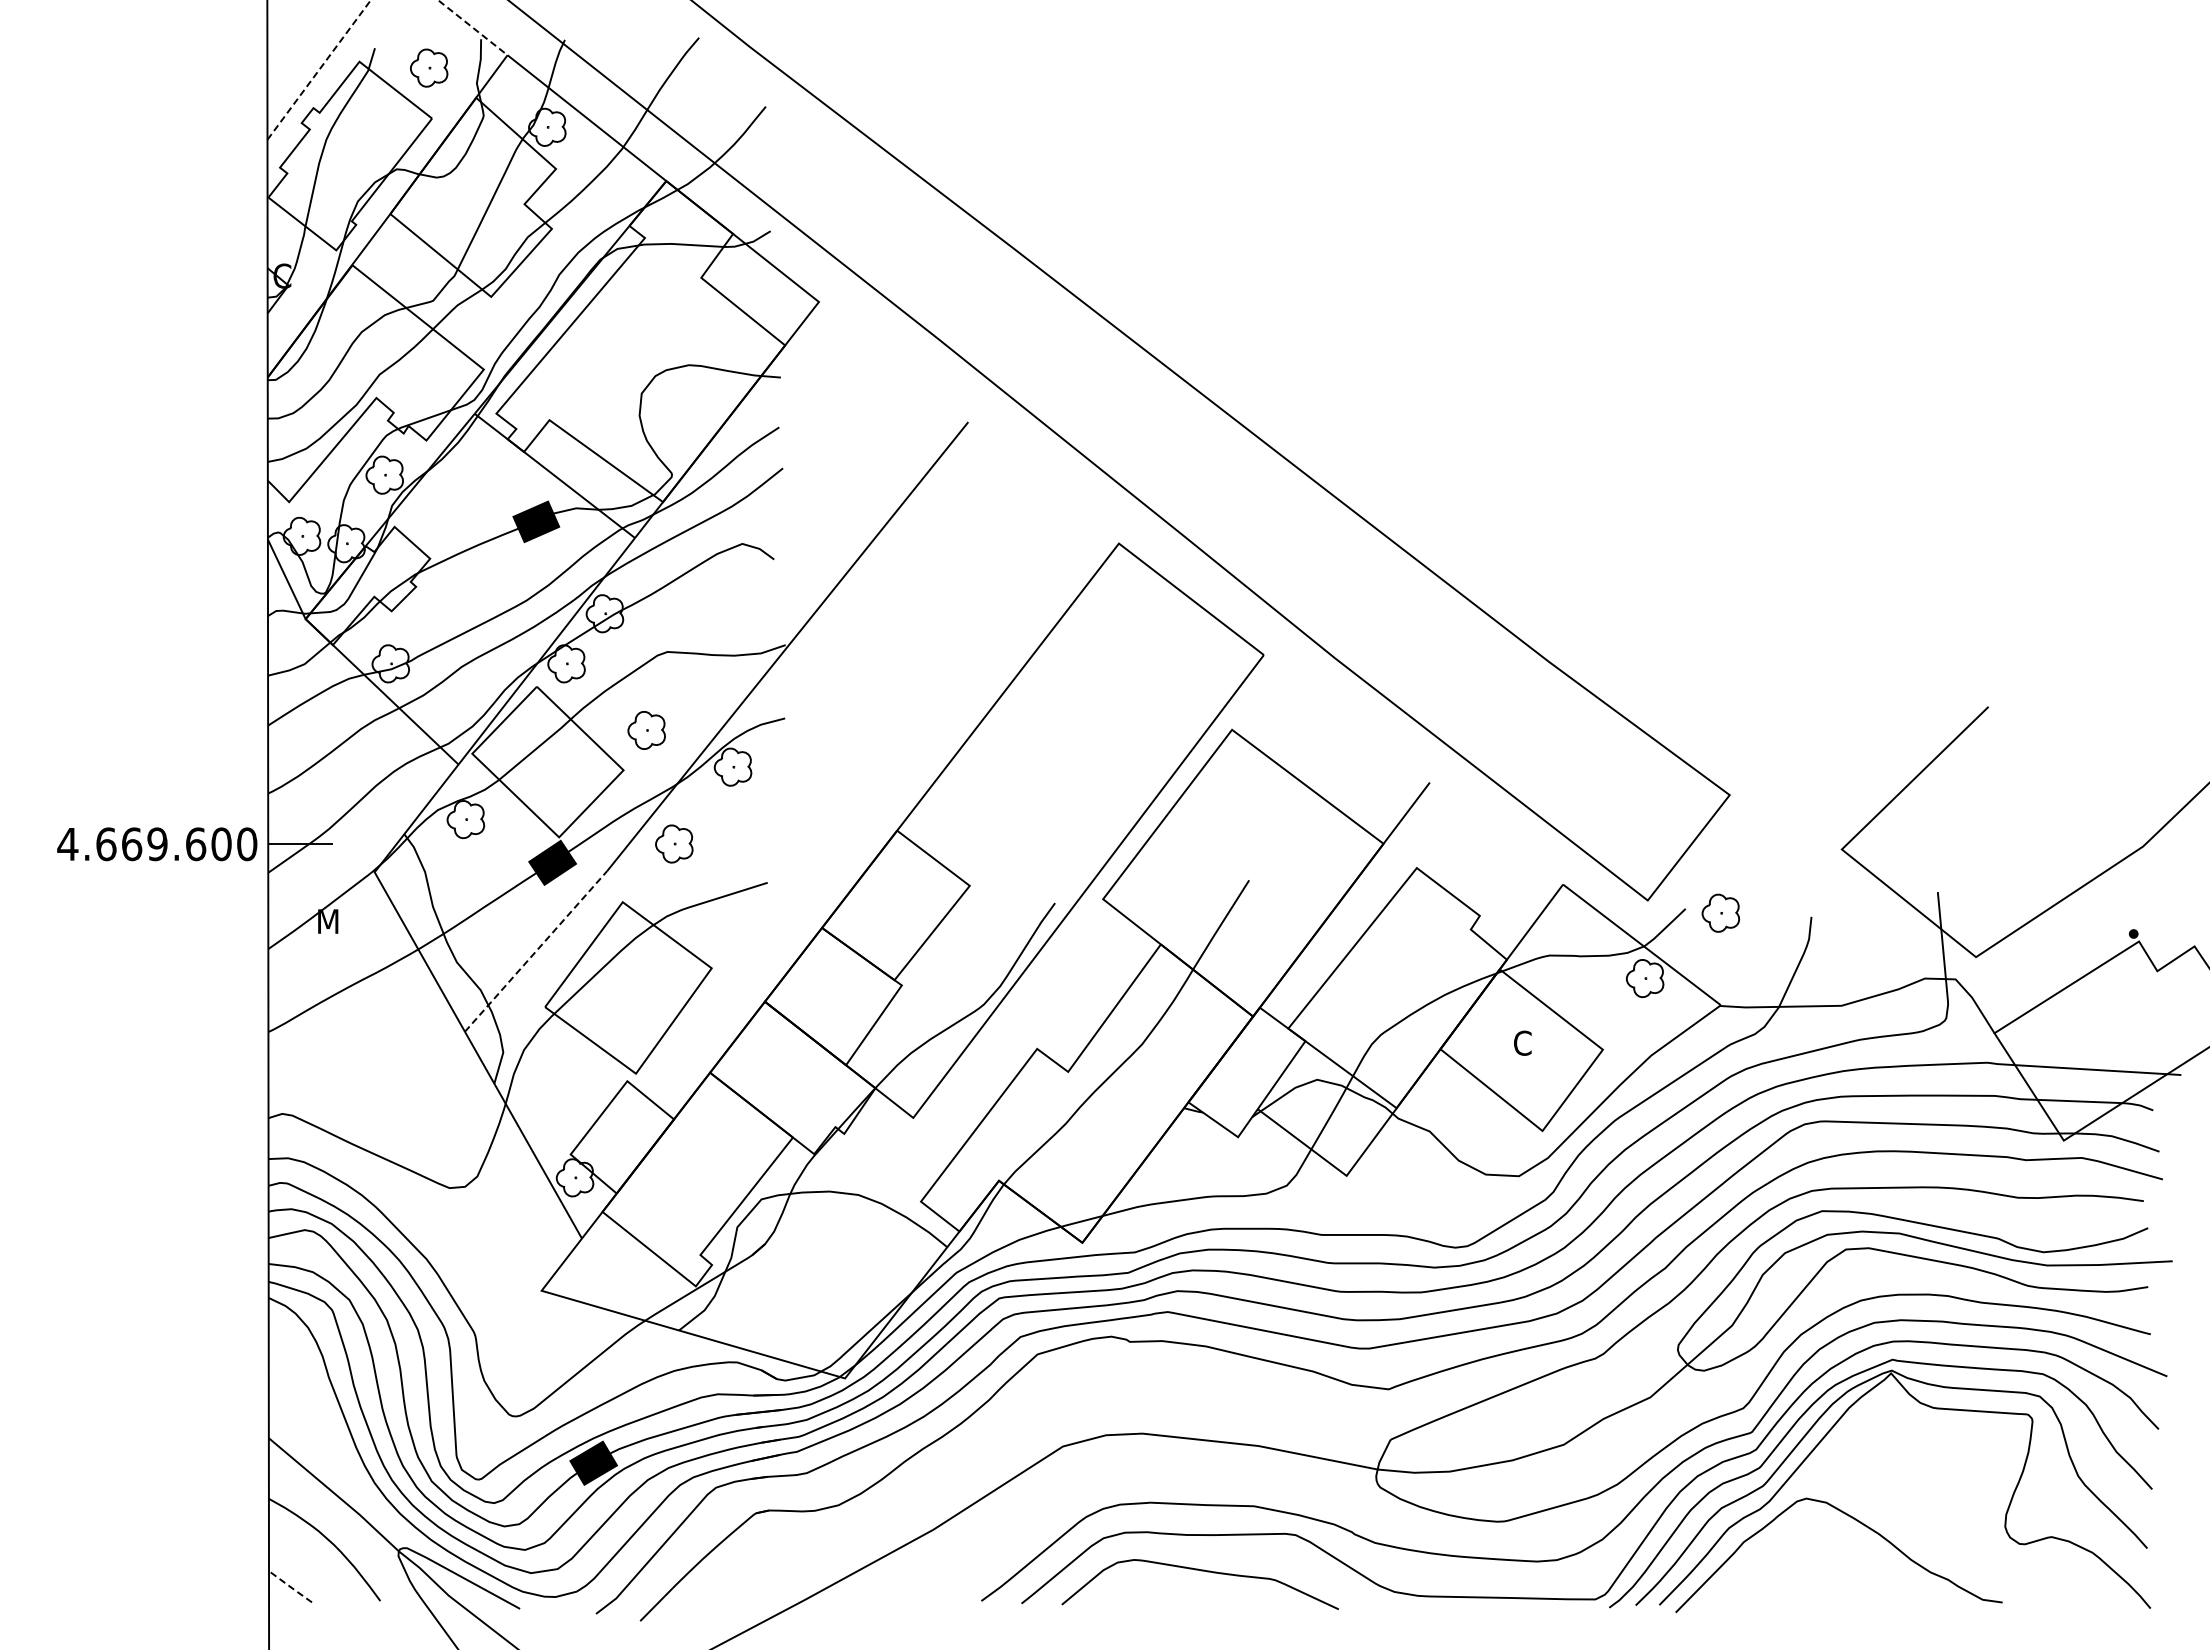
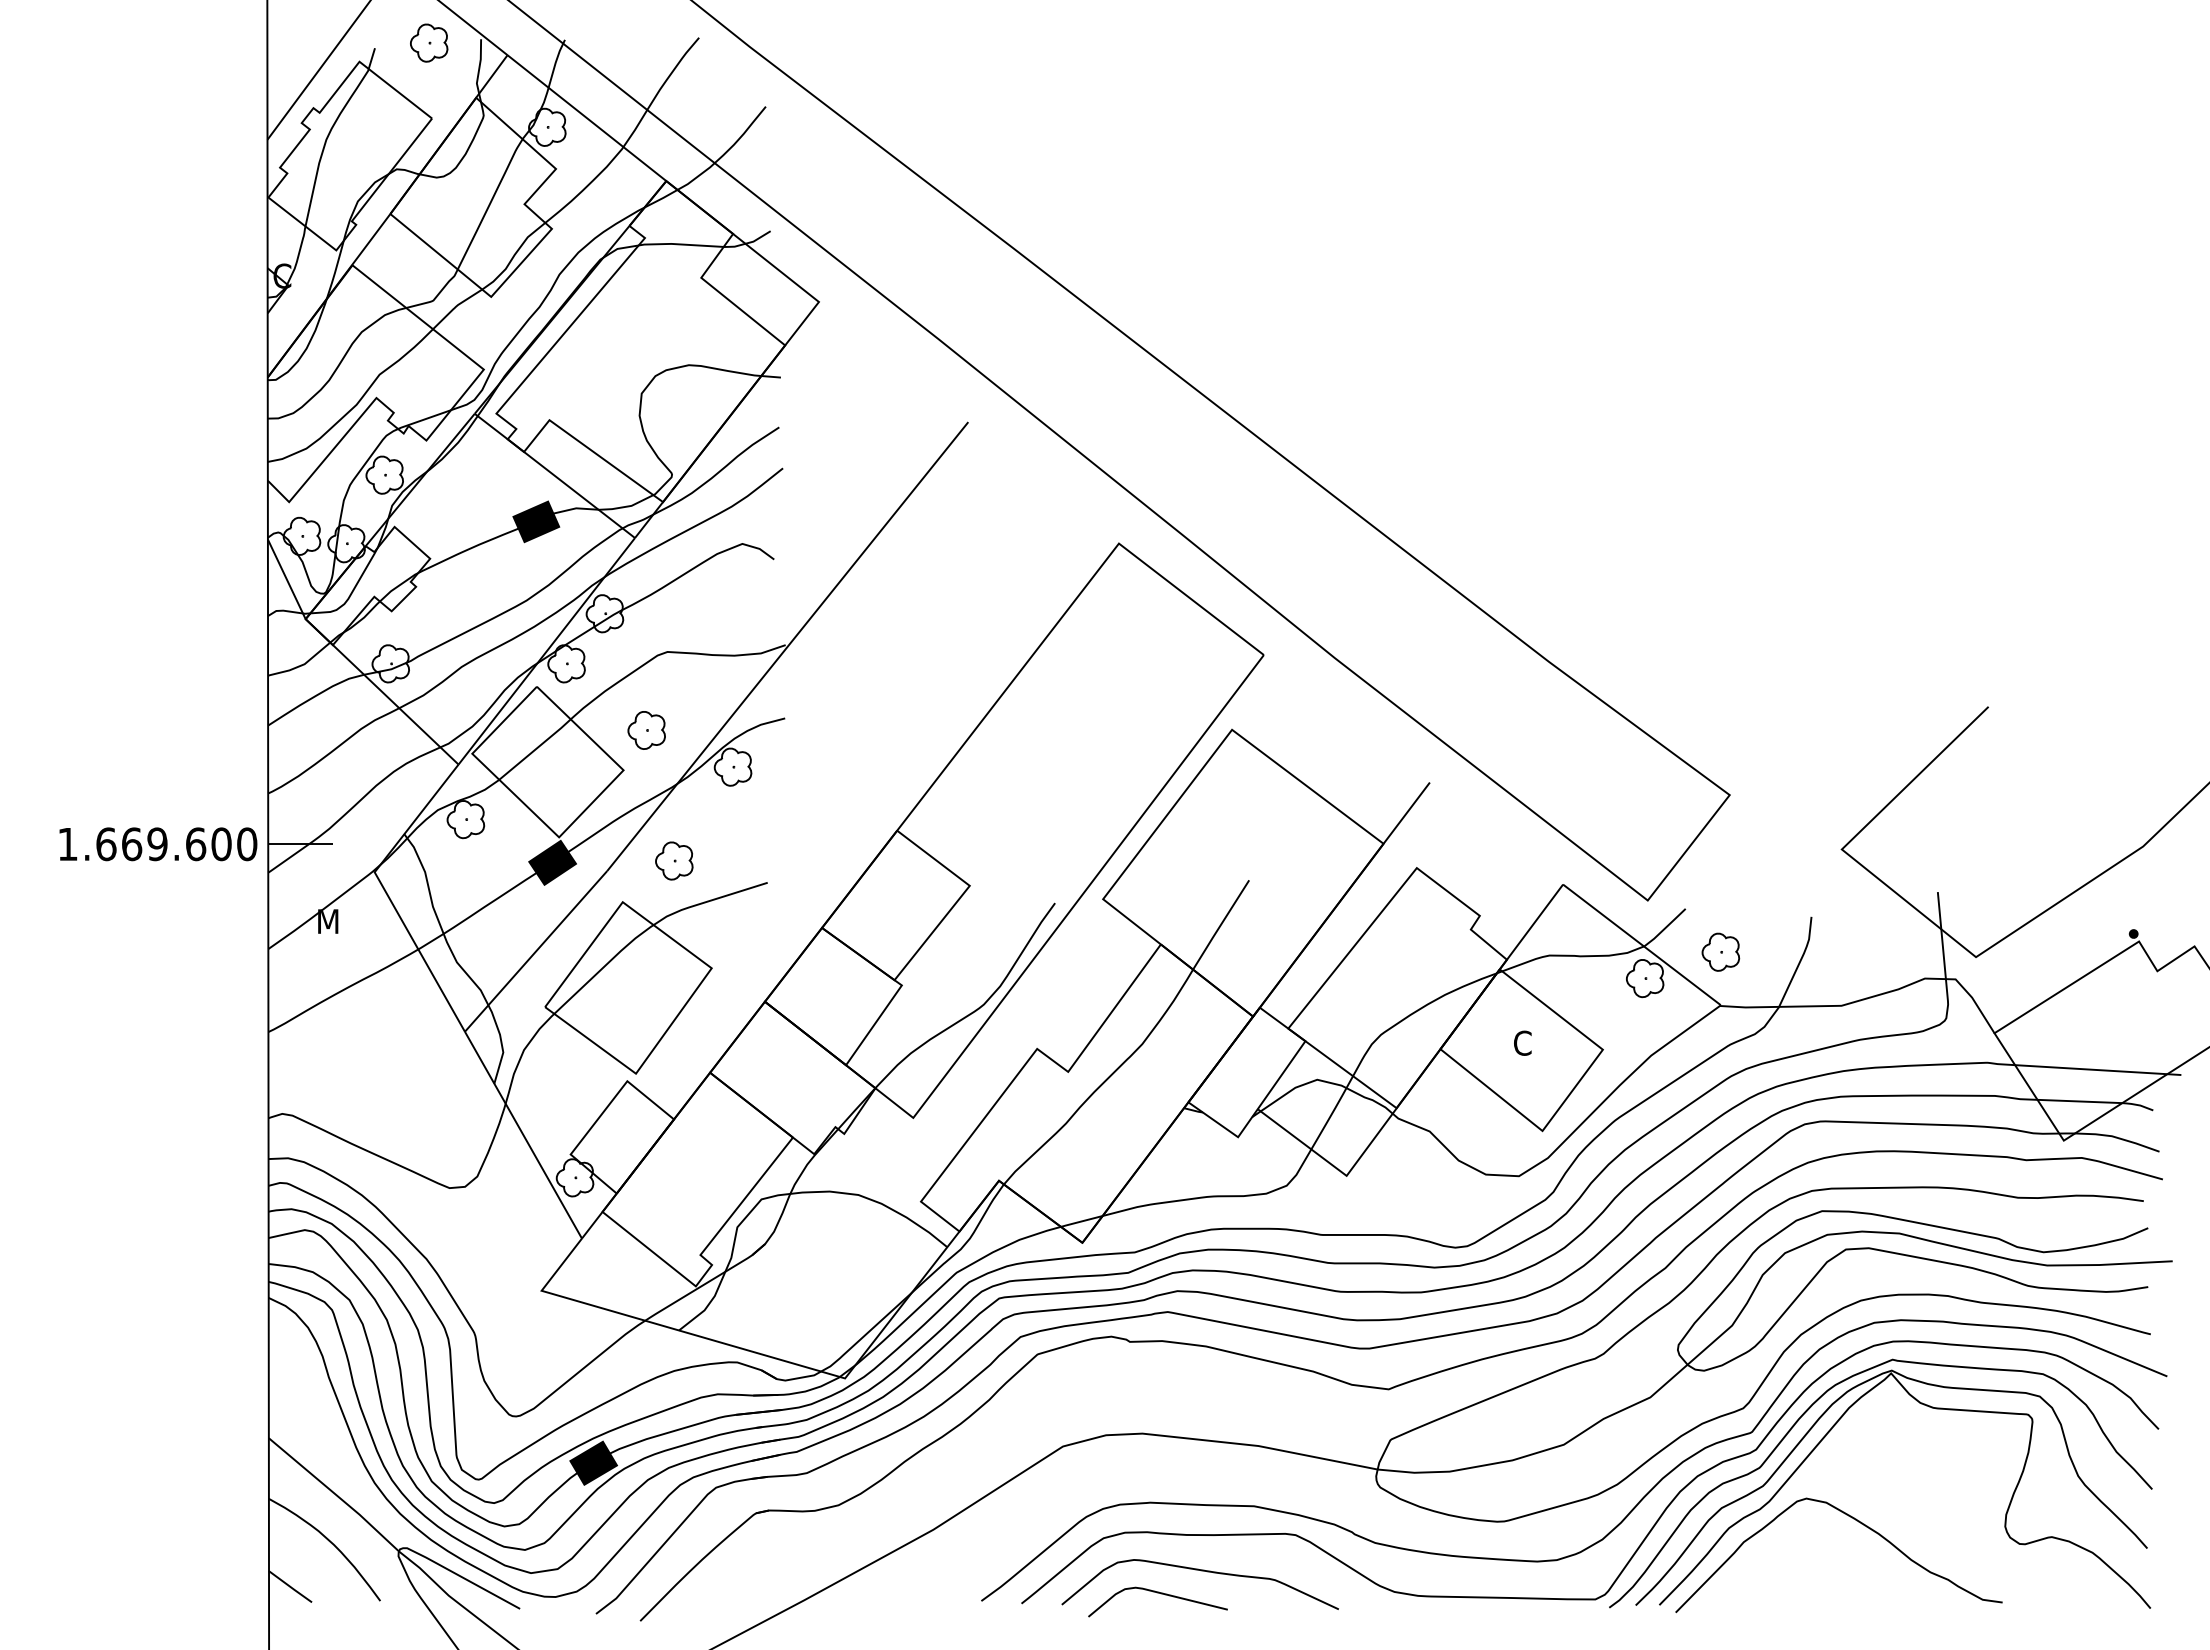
line at (473, 27): dashed -> solid
part at (429, 67) position: (429, 67) -> (429, 42)
line at (319, 70): dashed -> solid
part at (674, 843) position: (674, 843) -> (674, 860)
text at (67, 844): 4.669.600 -> 1.669.600
part at (1720, 912) position: (1720, 912) -> (1720, 951)
line at (536, 951): dashed -> solid
line at (289, 1586): dashed -> solid
curve at (1157, 1593): none -> present
